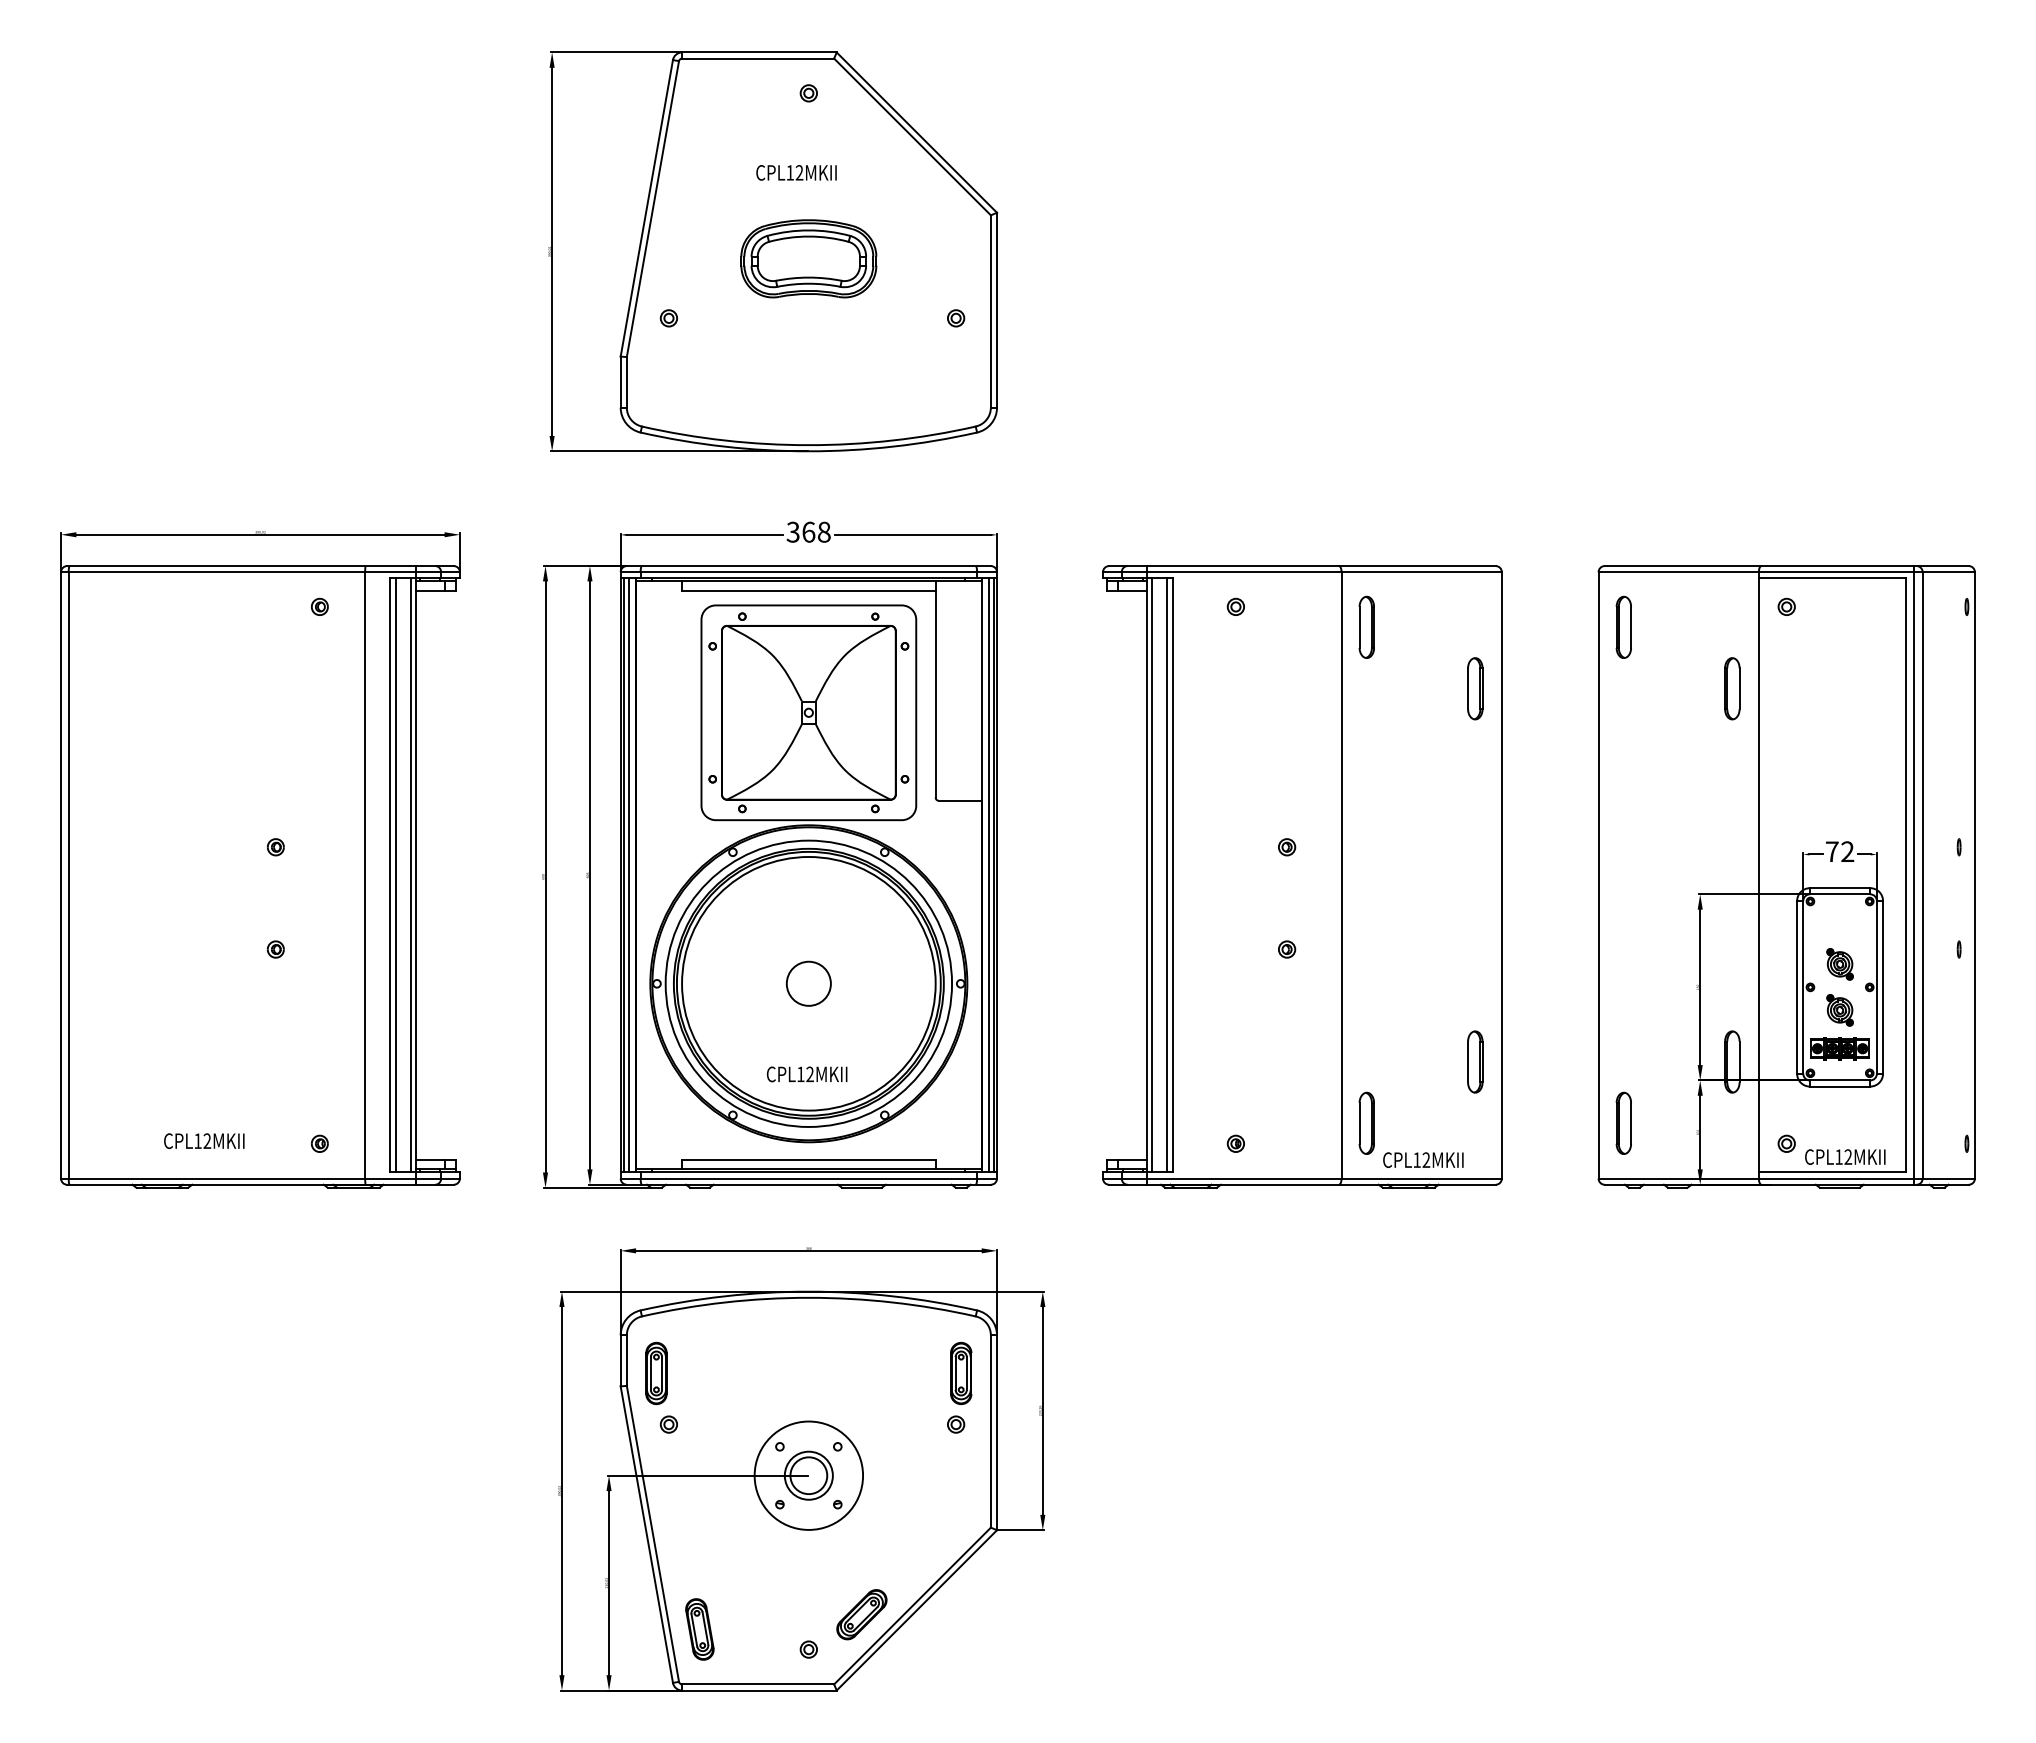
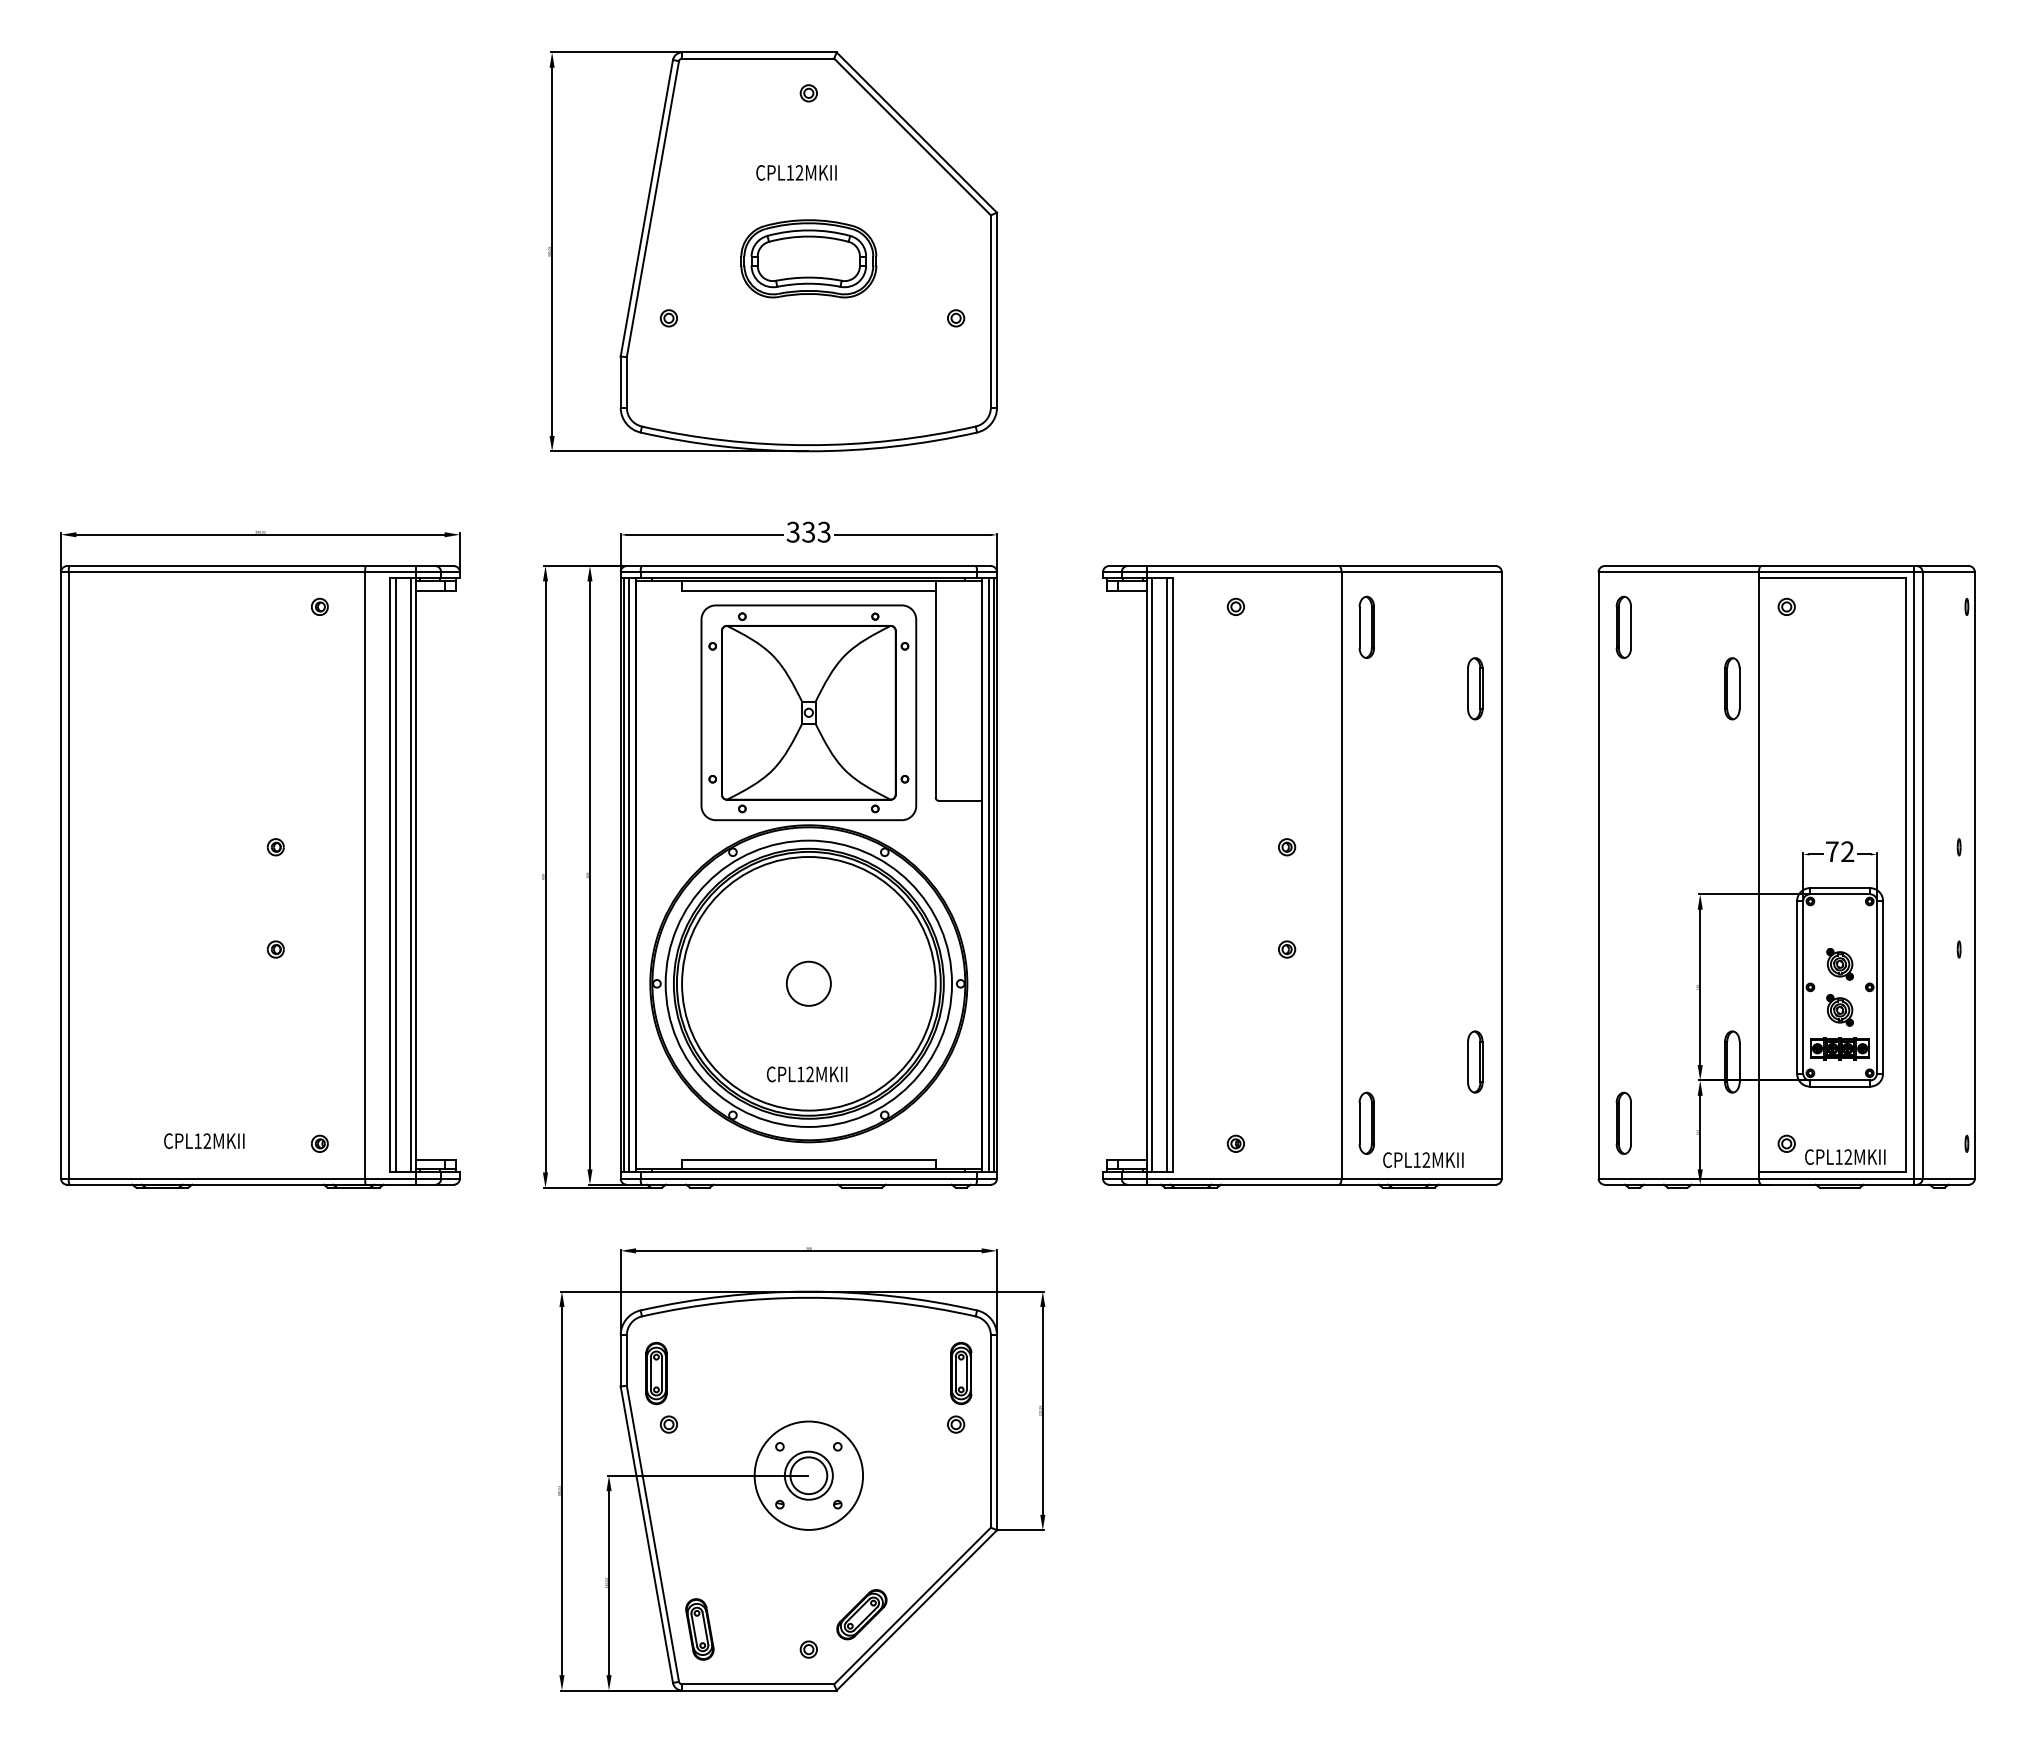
text at (816, 531): 368 -> 333
